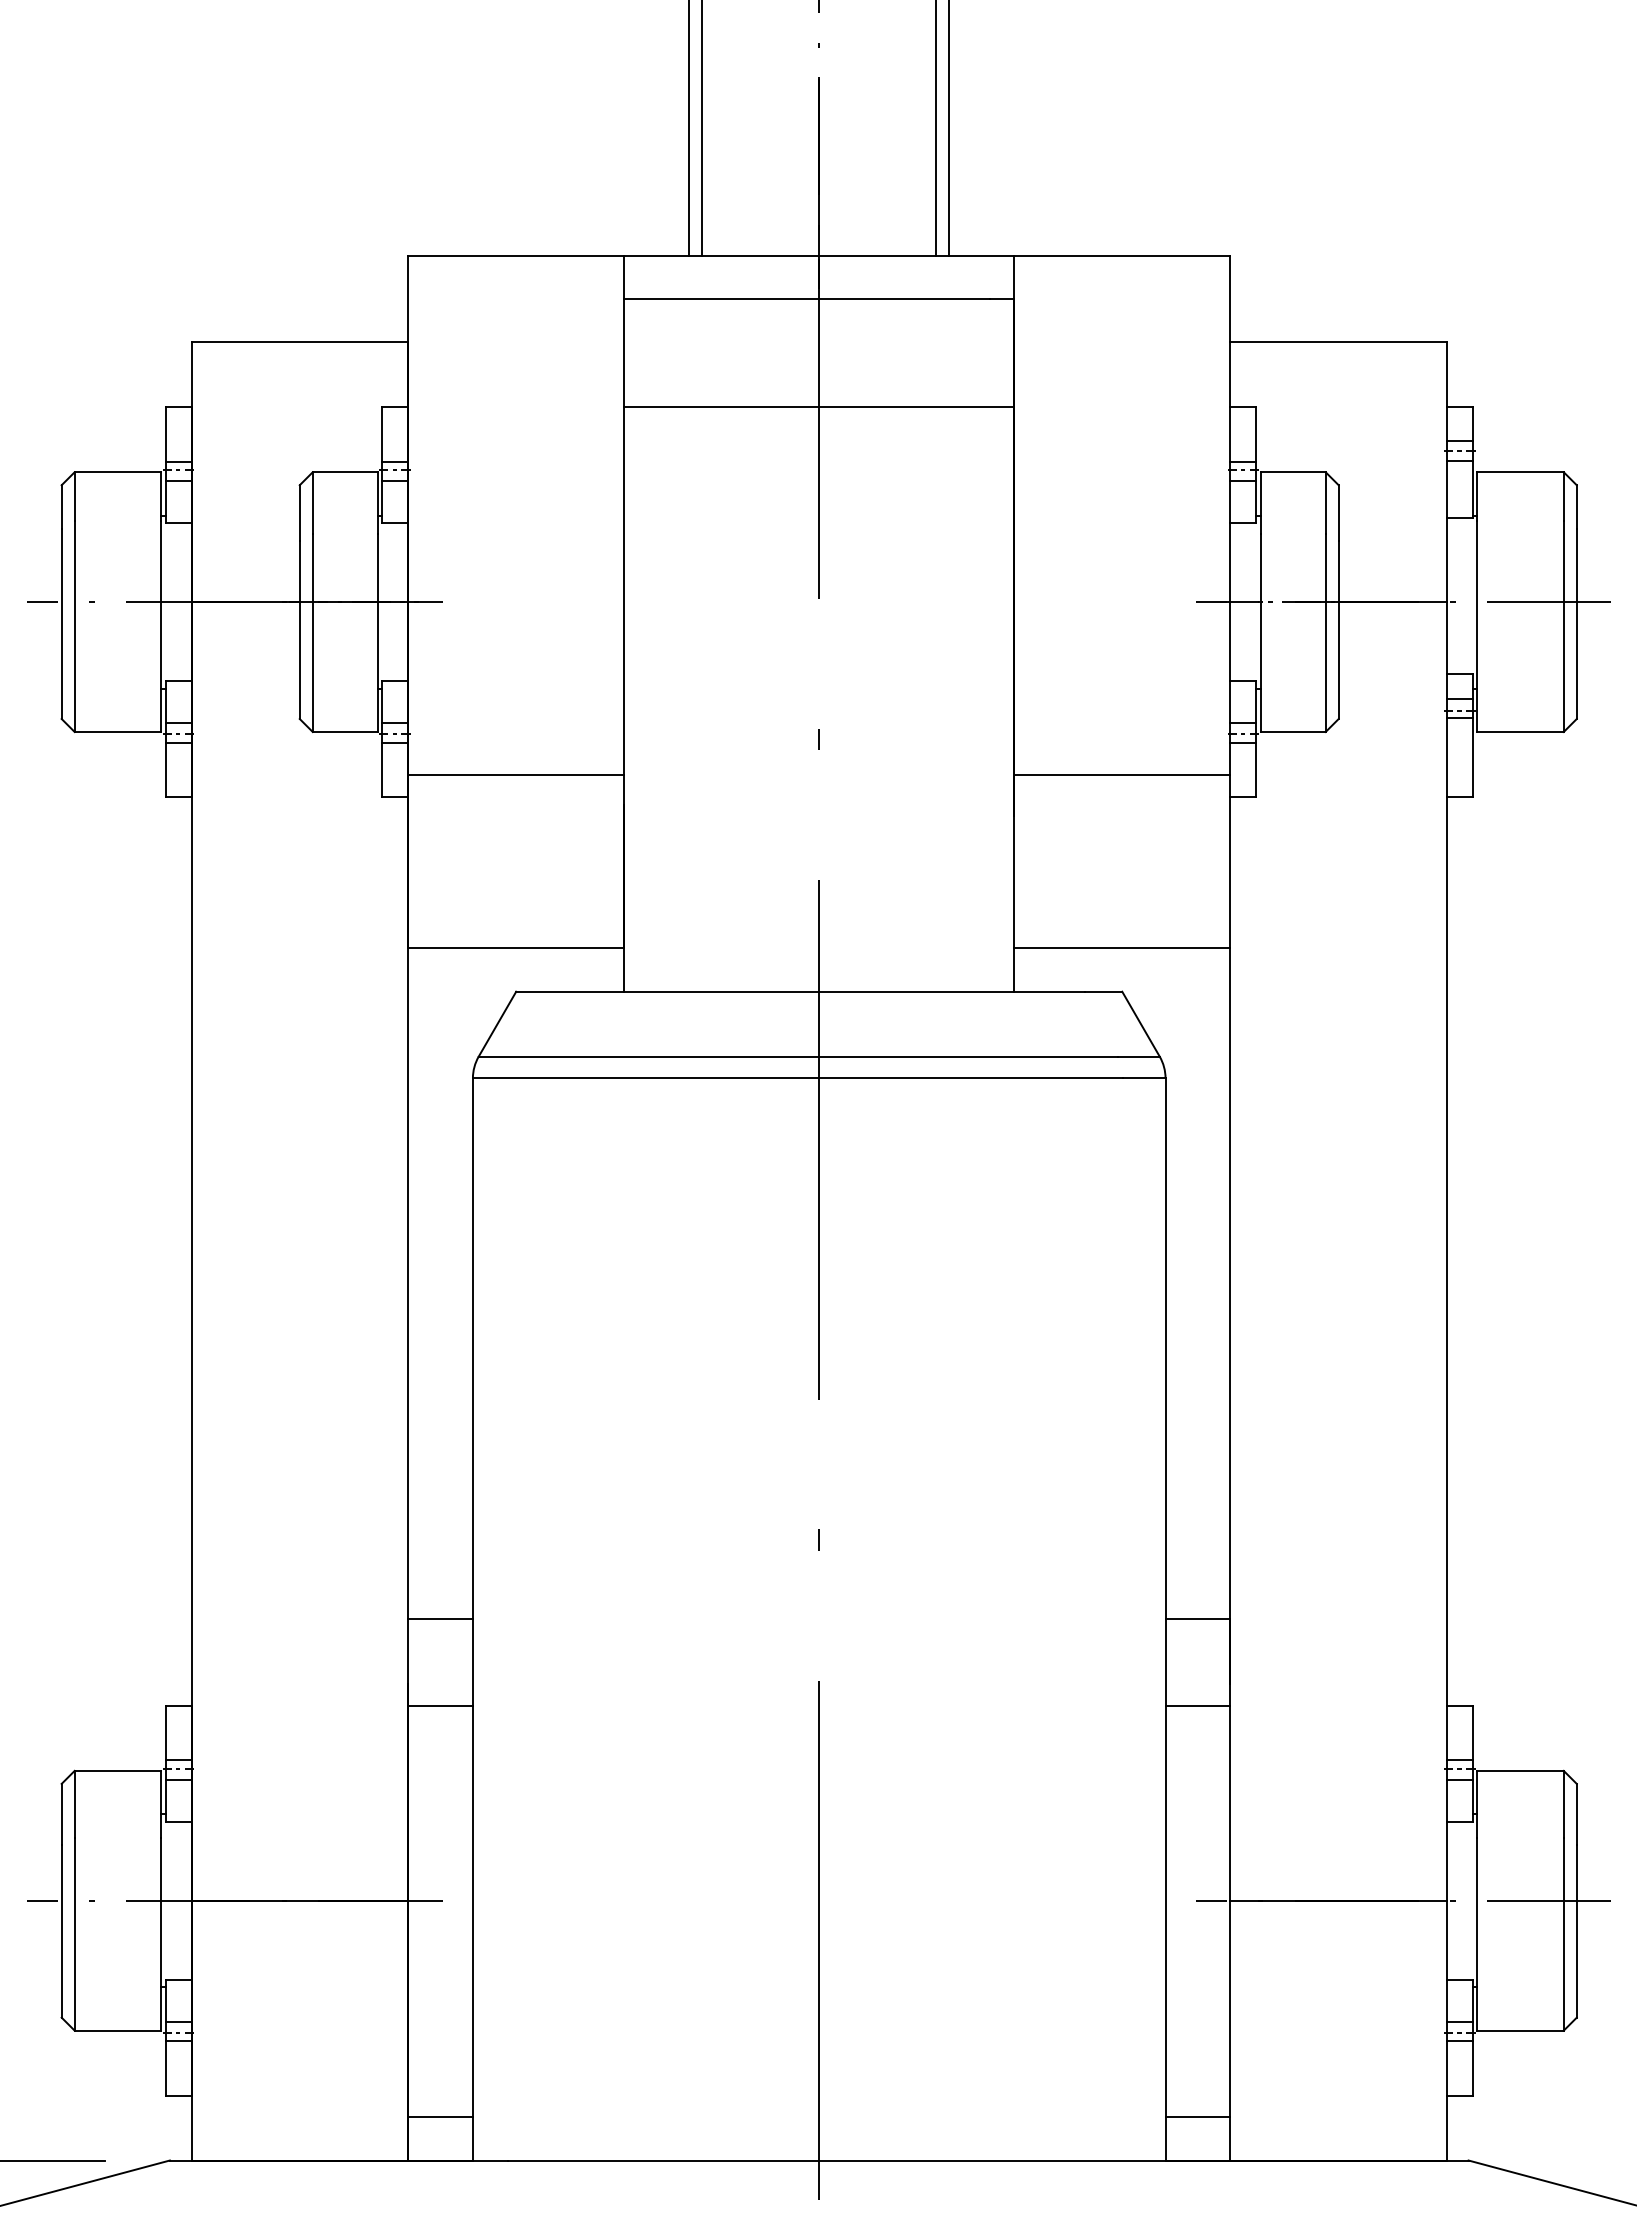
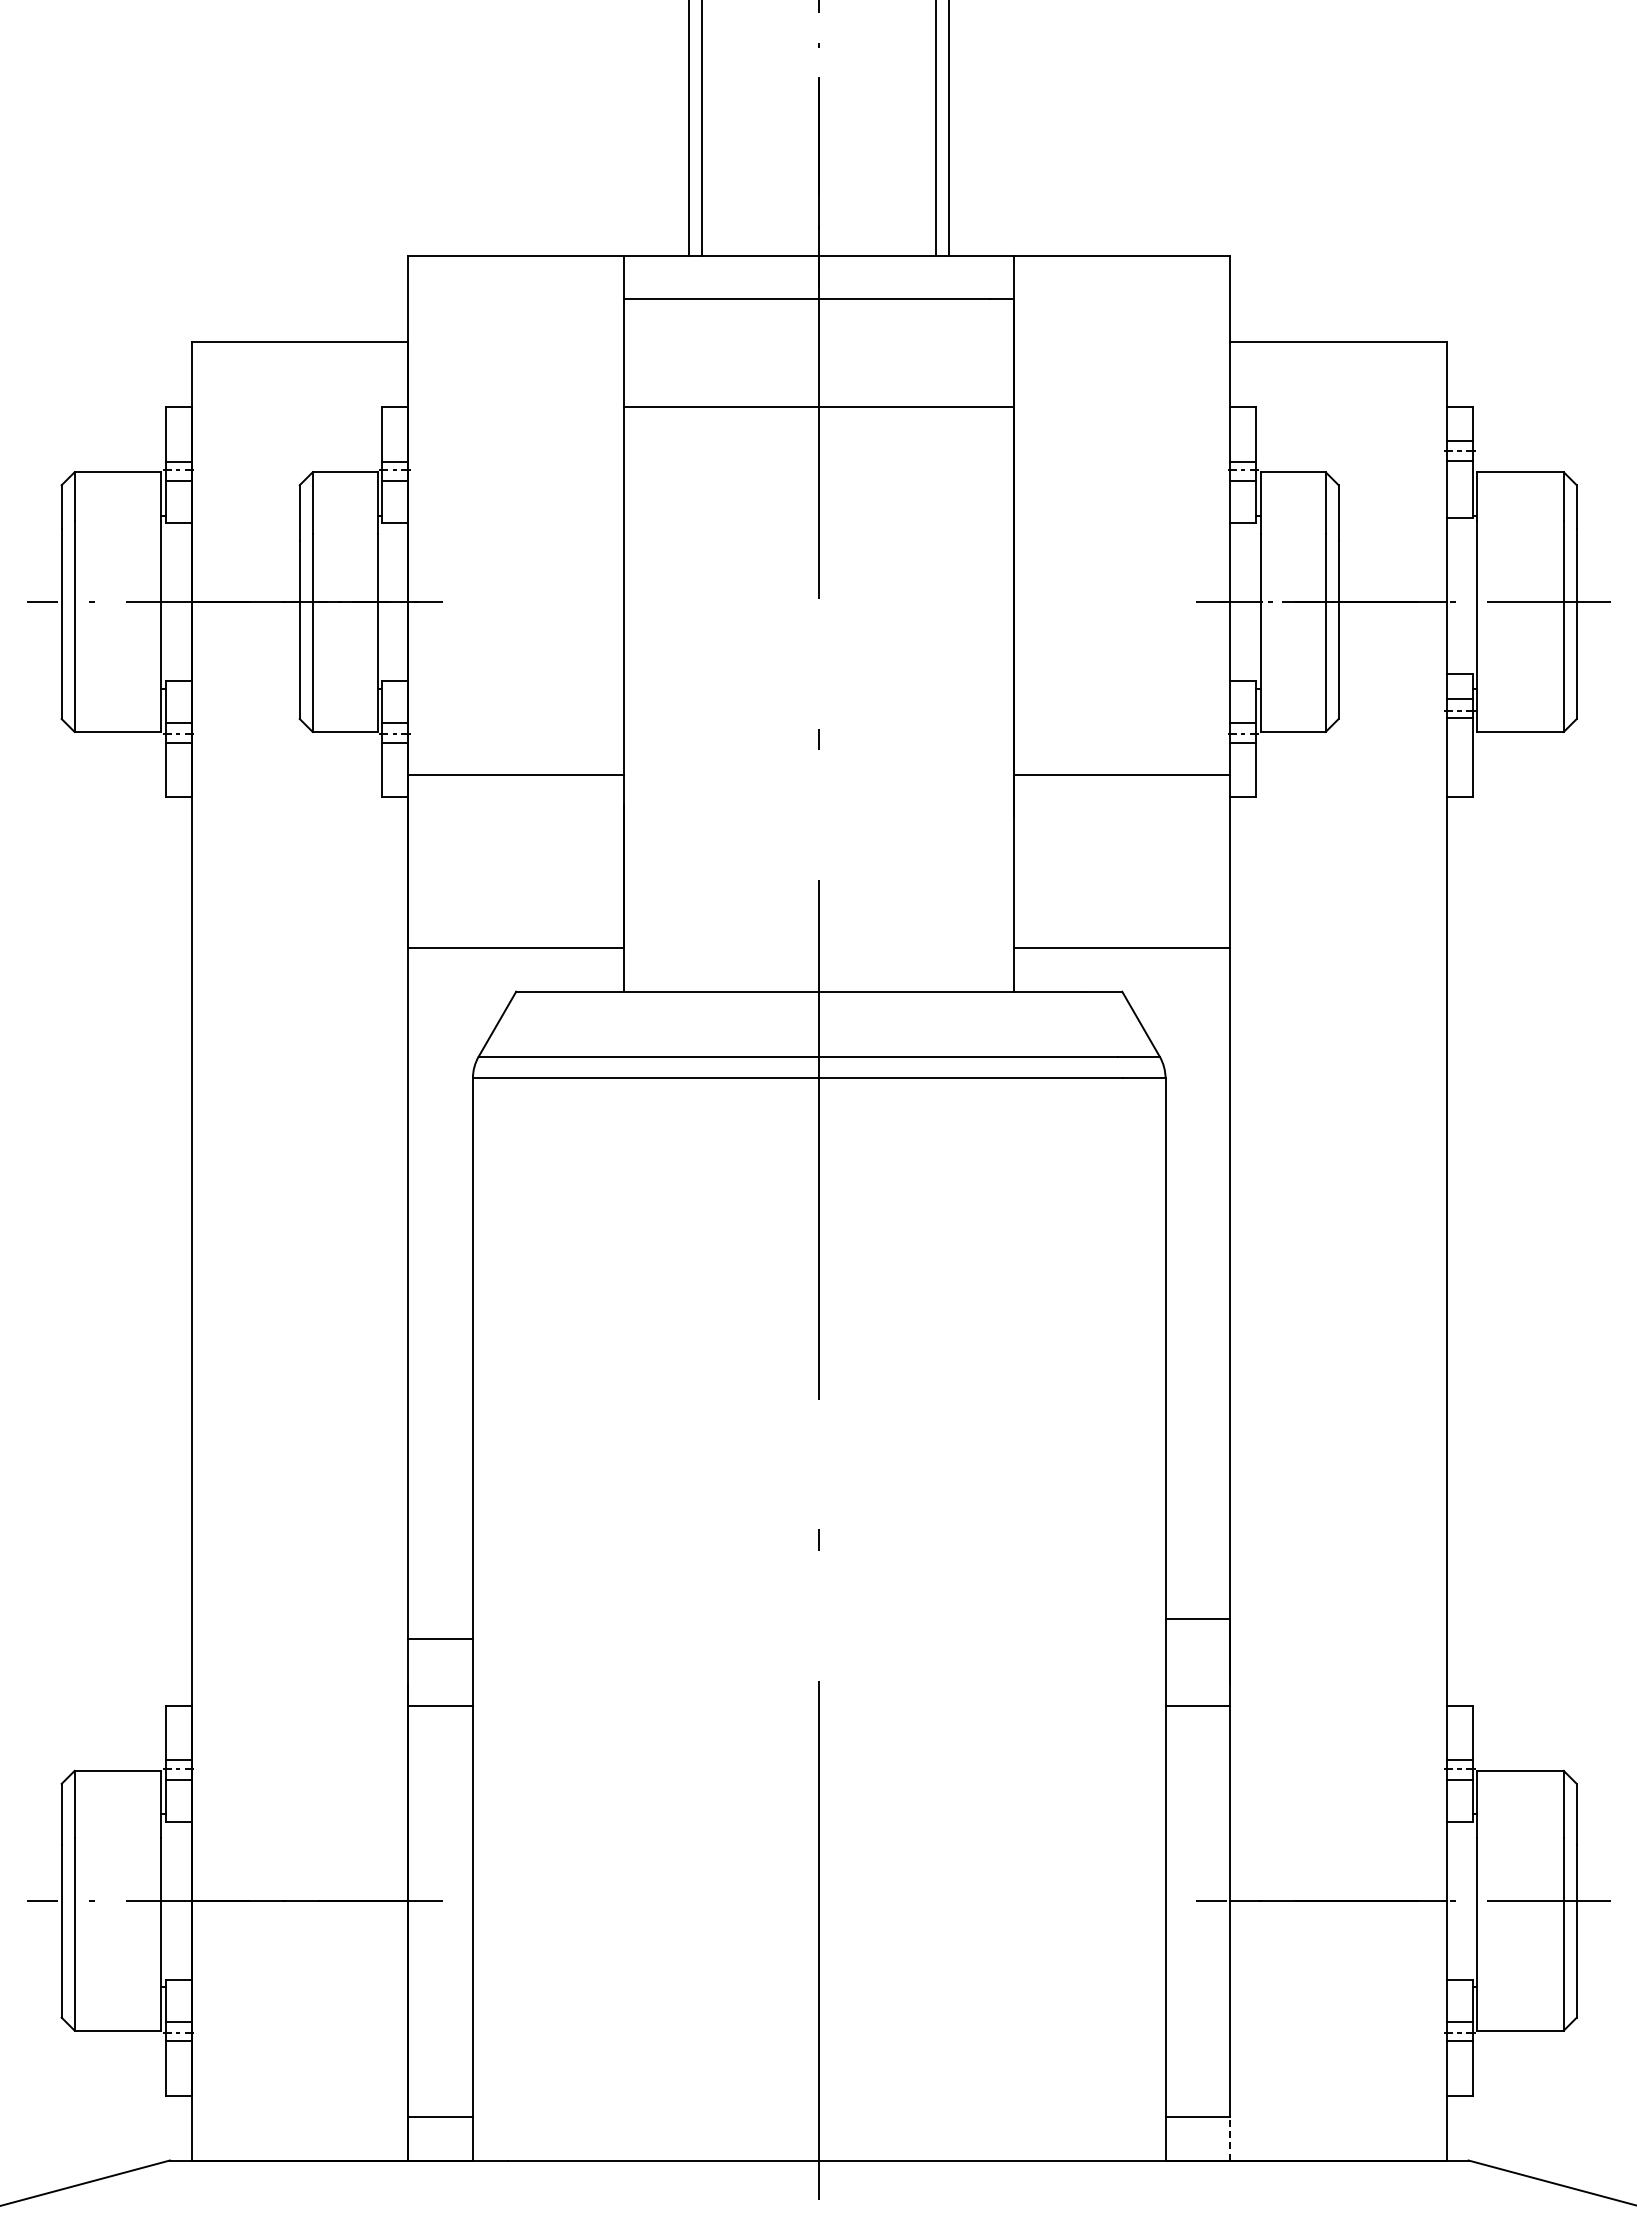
line at (439, 1619) position: (439, 1619) -> (439, 1639)
line at (1230, 2138): solid -> dashed
line at (53, 2160): present -> none
